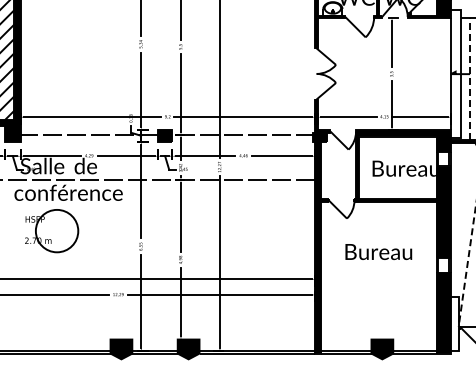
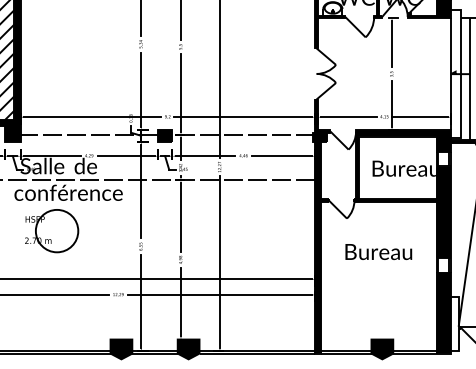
line at (470, 78): dashed -> solid
line at (467, 266): dashed -> solid
